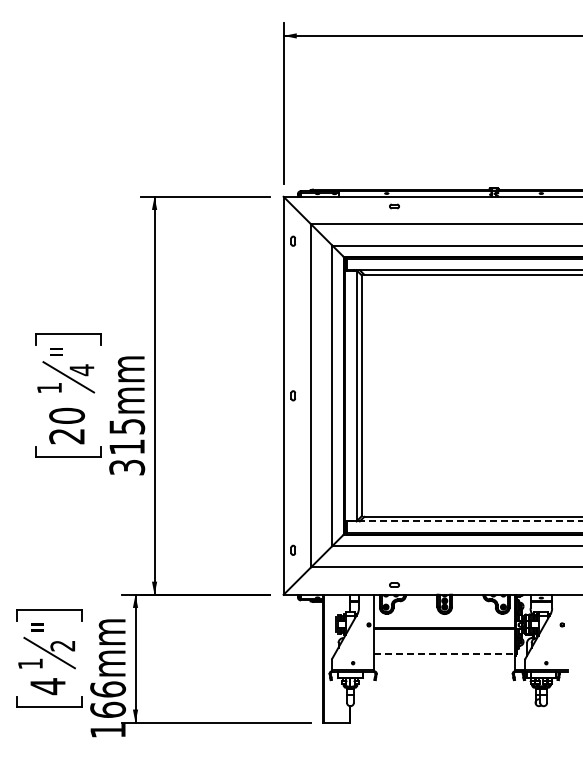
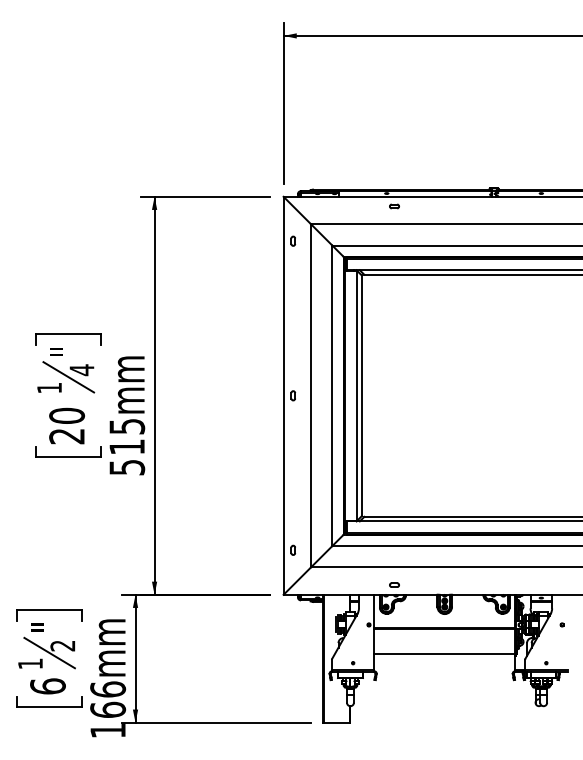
text at (126, 467): 315mm -> 515mm
line at (464, 521): dashed -> solid
line at (445, 654): dashed -> solid
text at (47, 686): 4 -> 6
